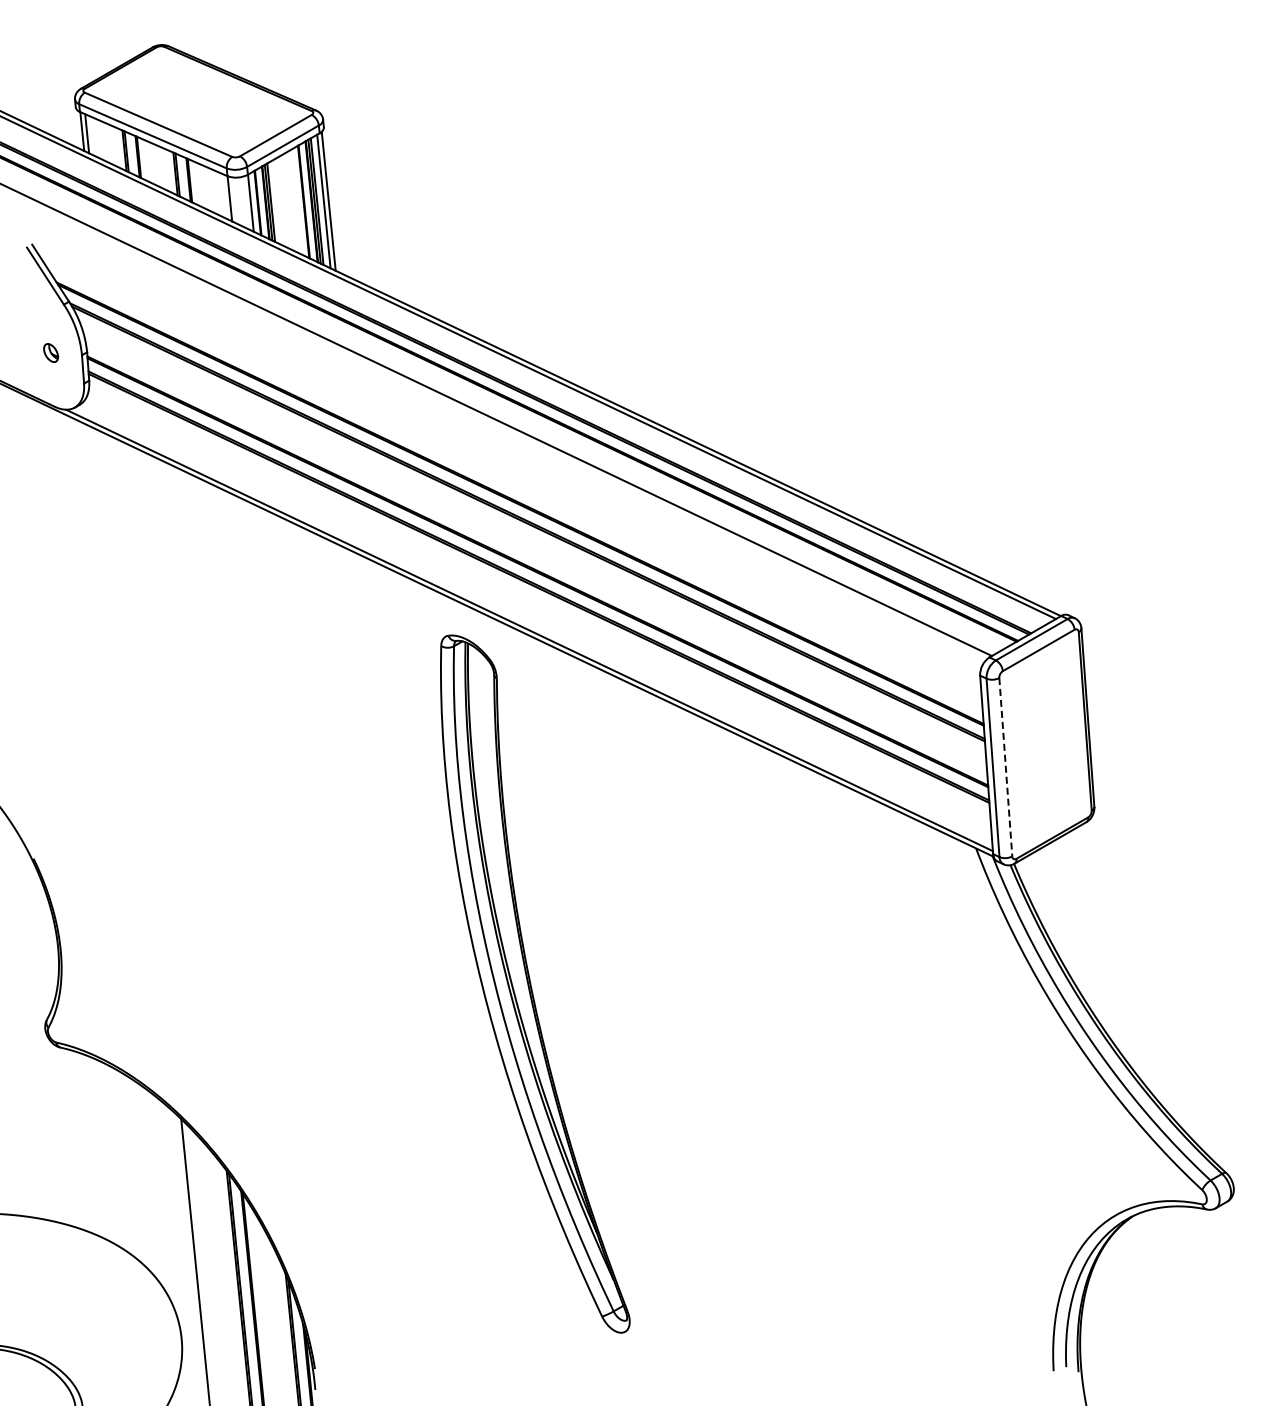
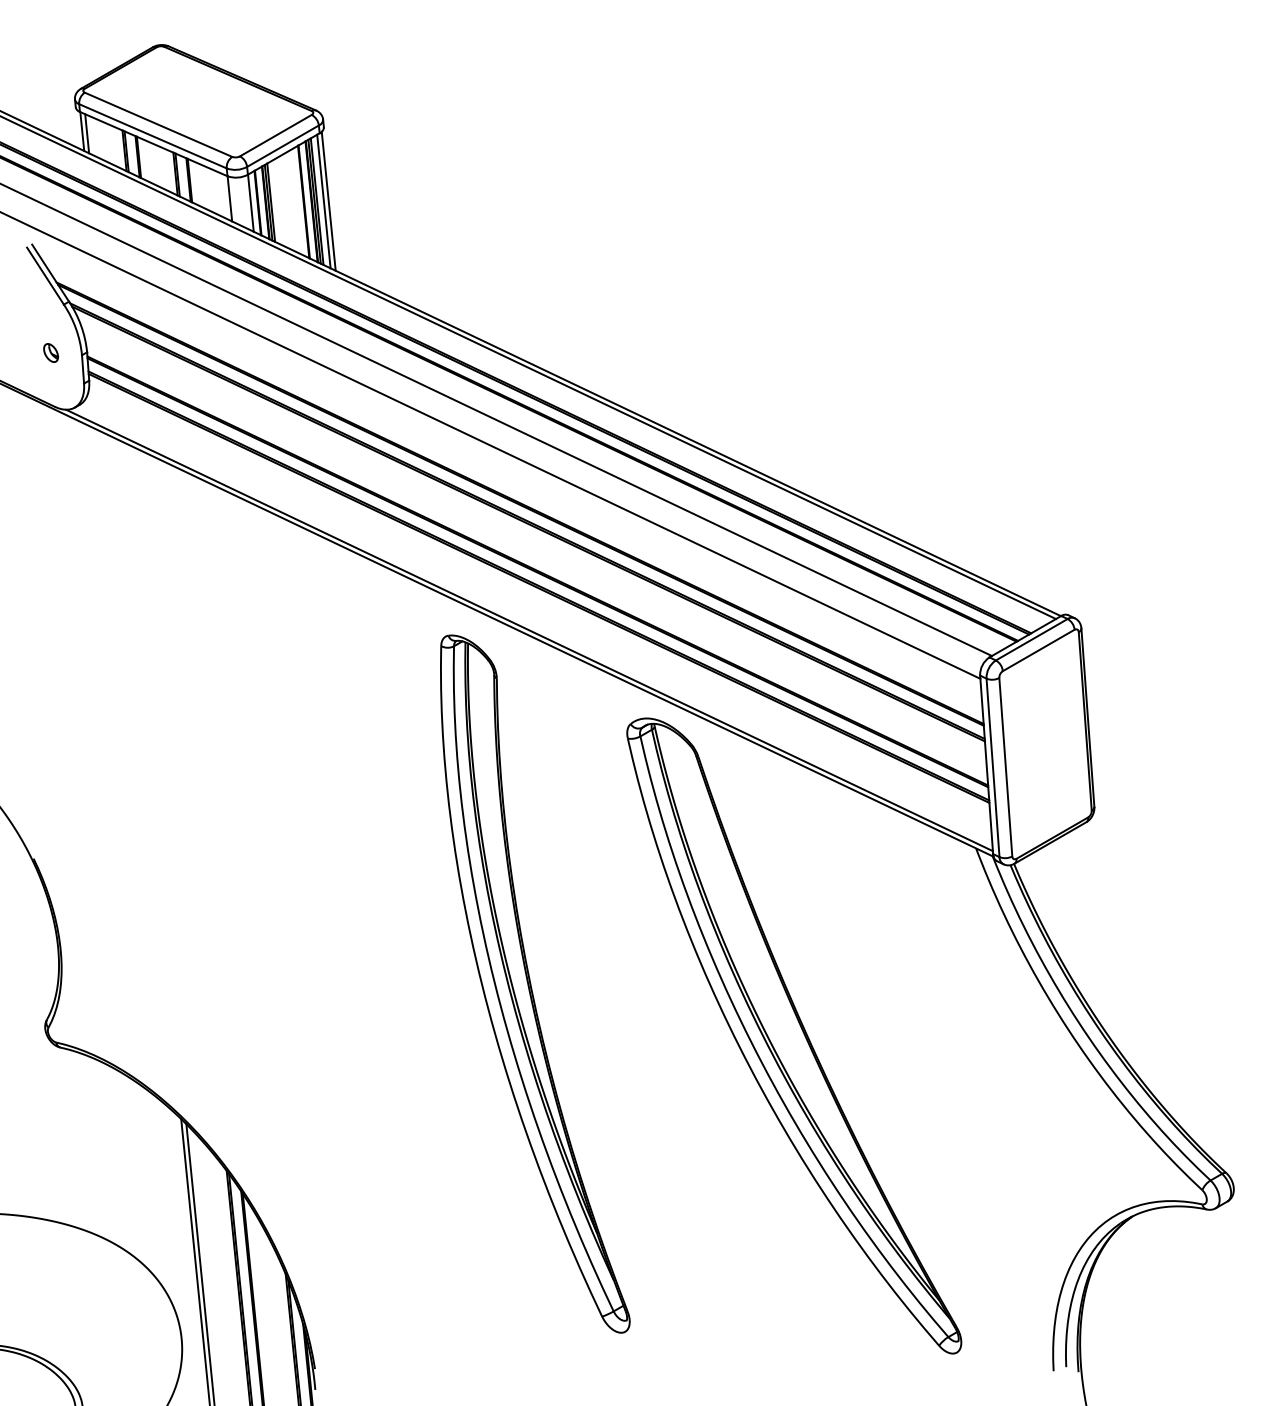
line at (491, 445): none -> present
line at (1005, 767): dashed -> solid
part at (794, 1035): none -> present
line at (200, 1263): none -> present
